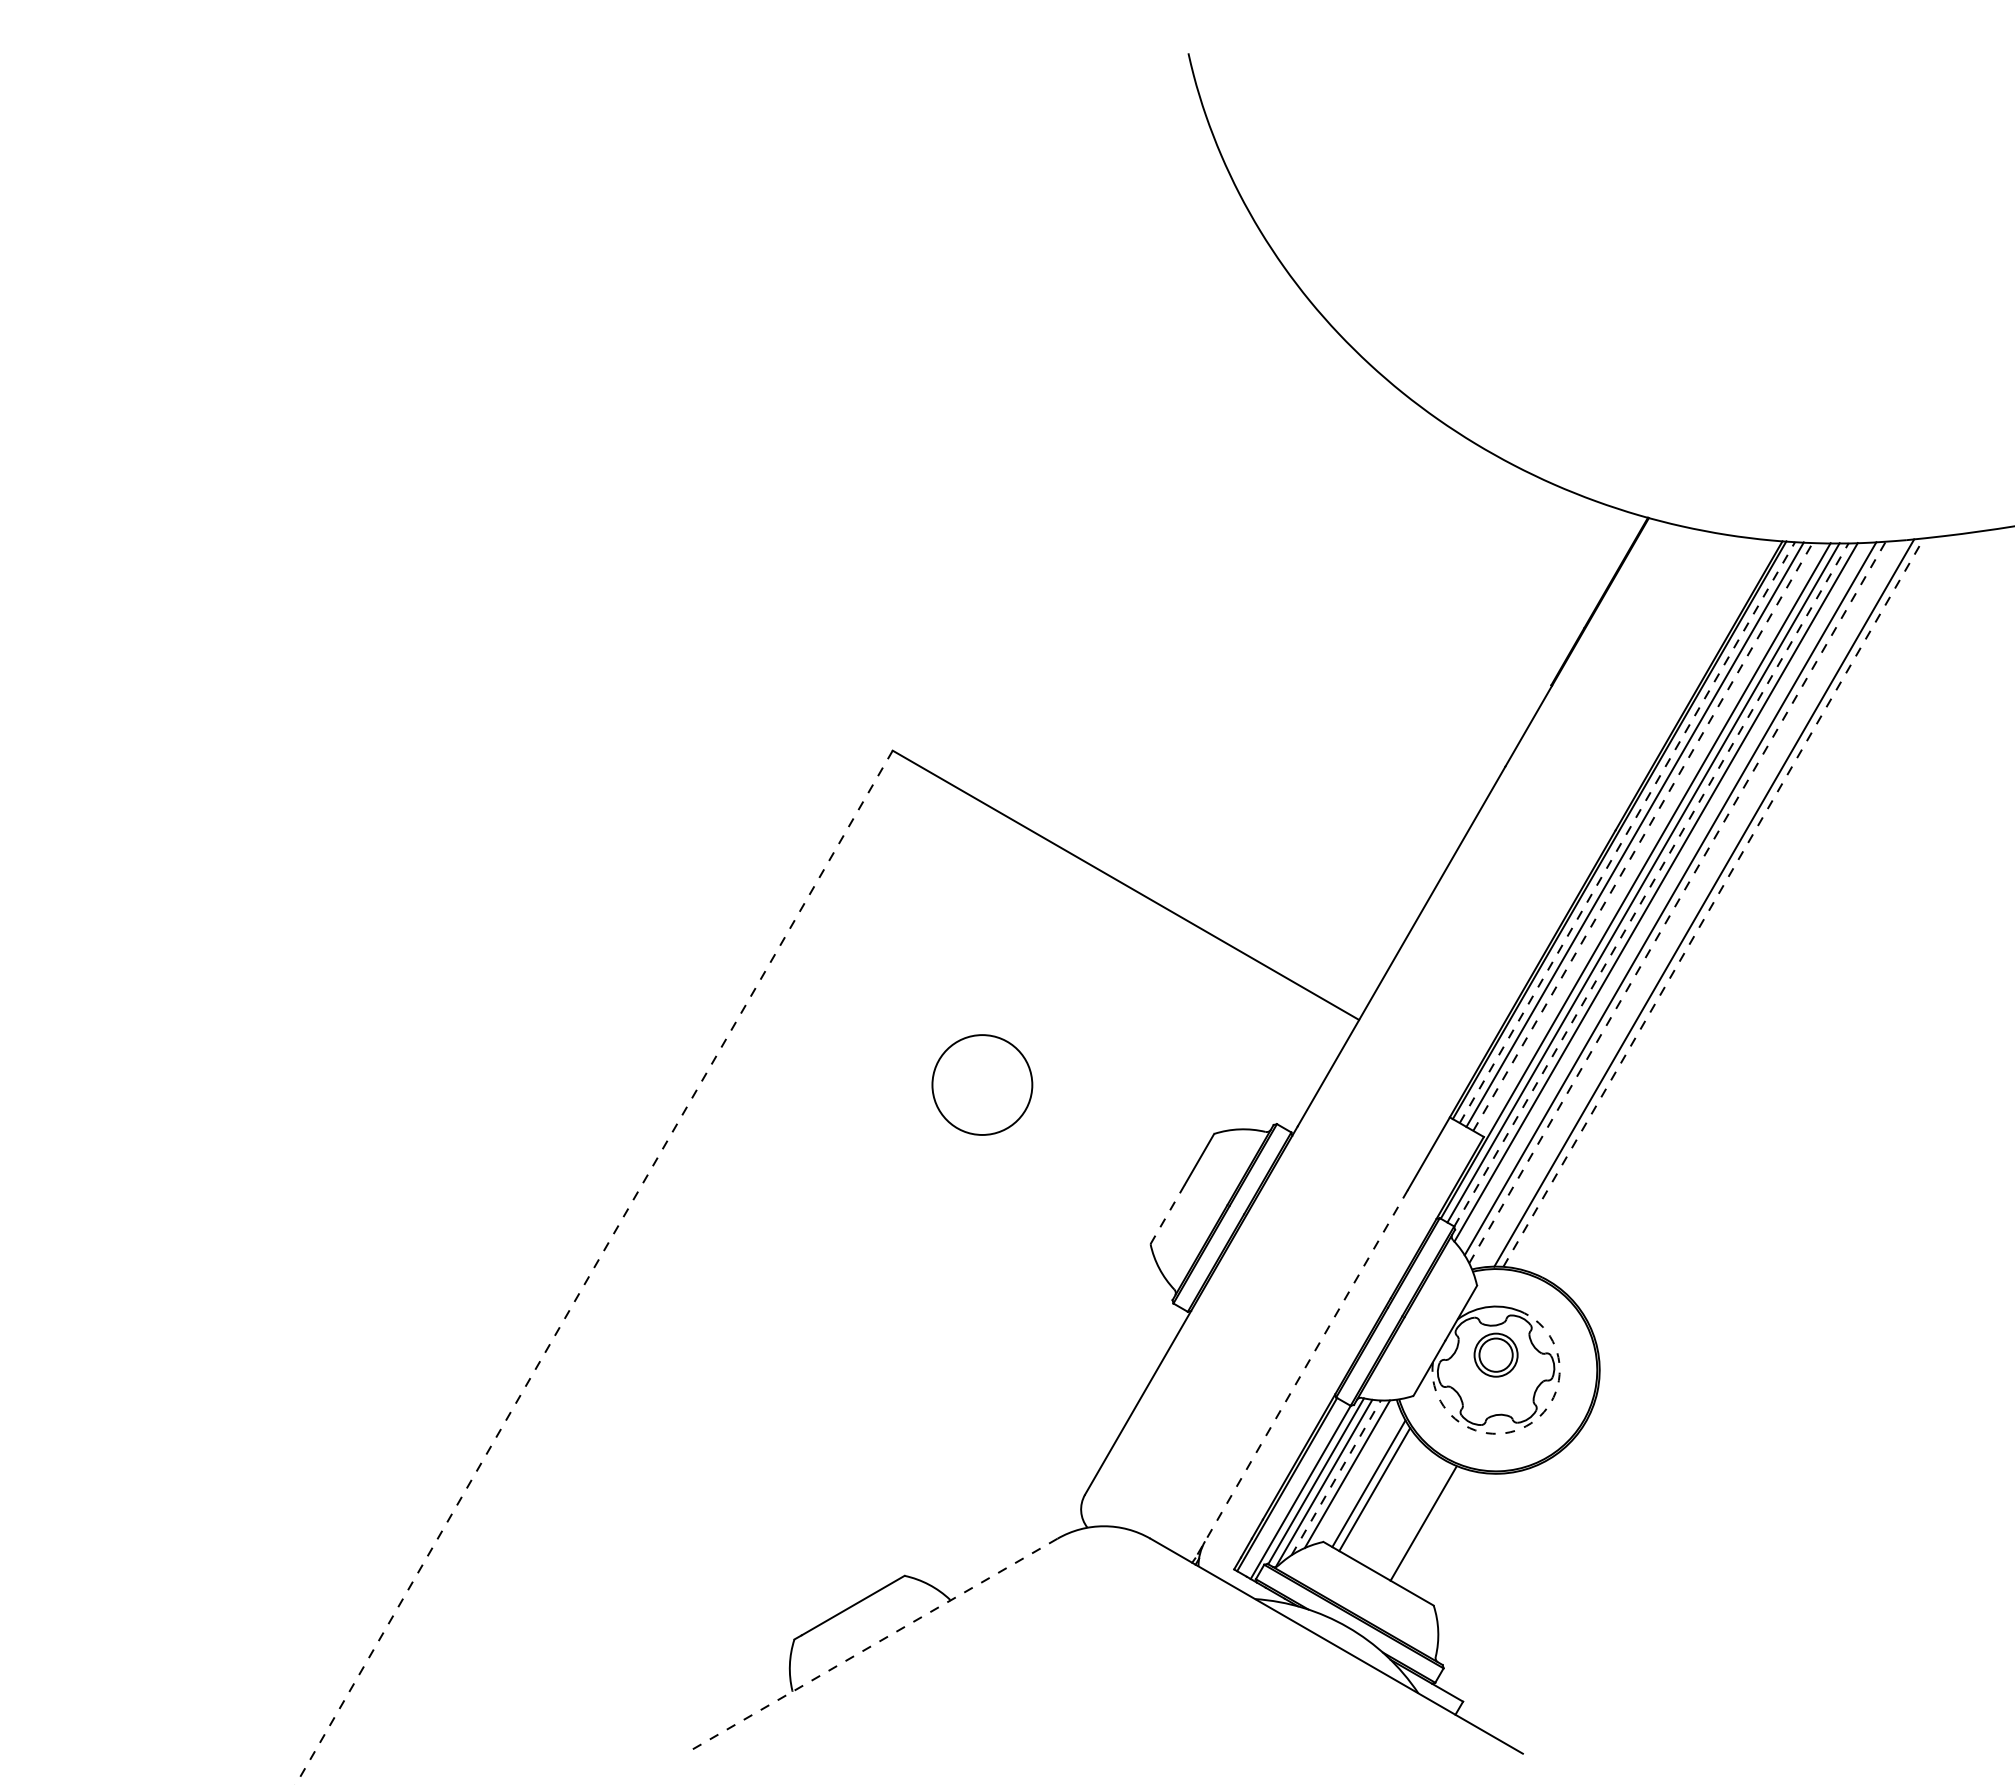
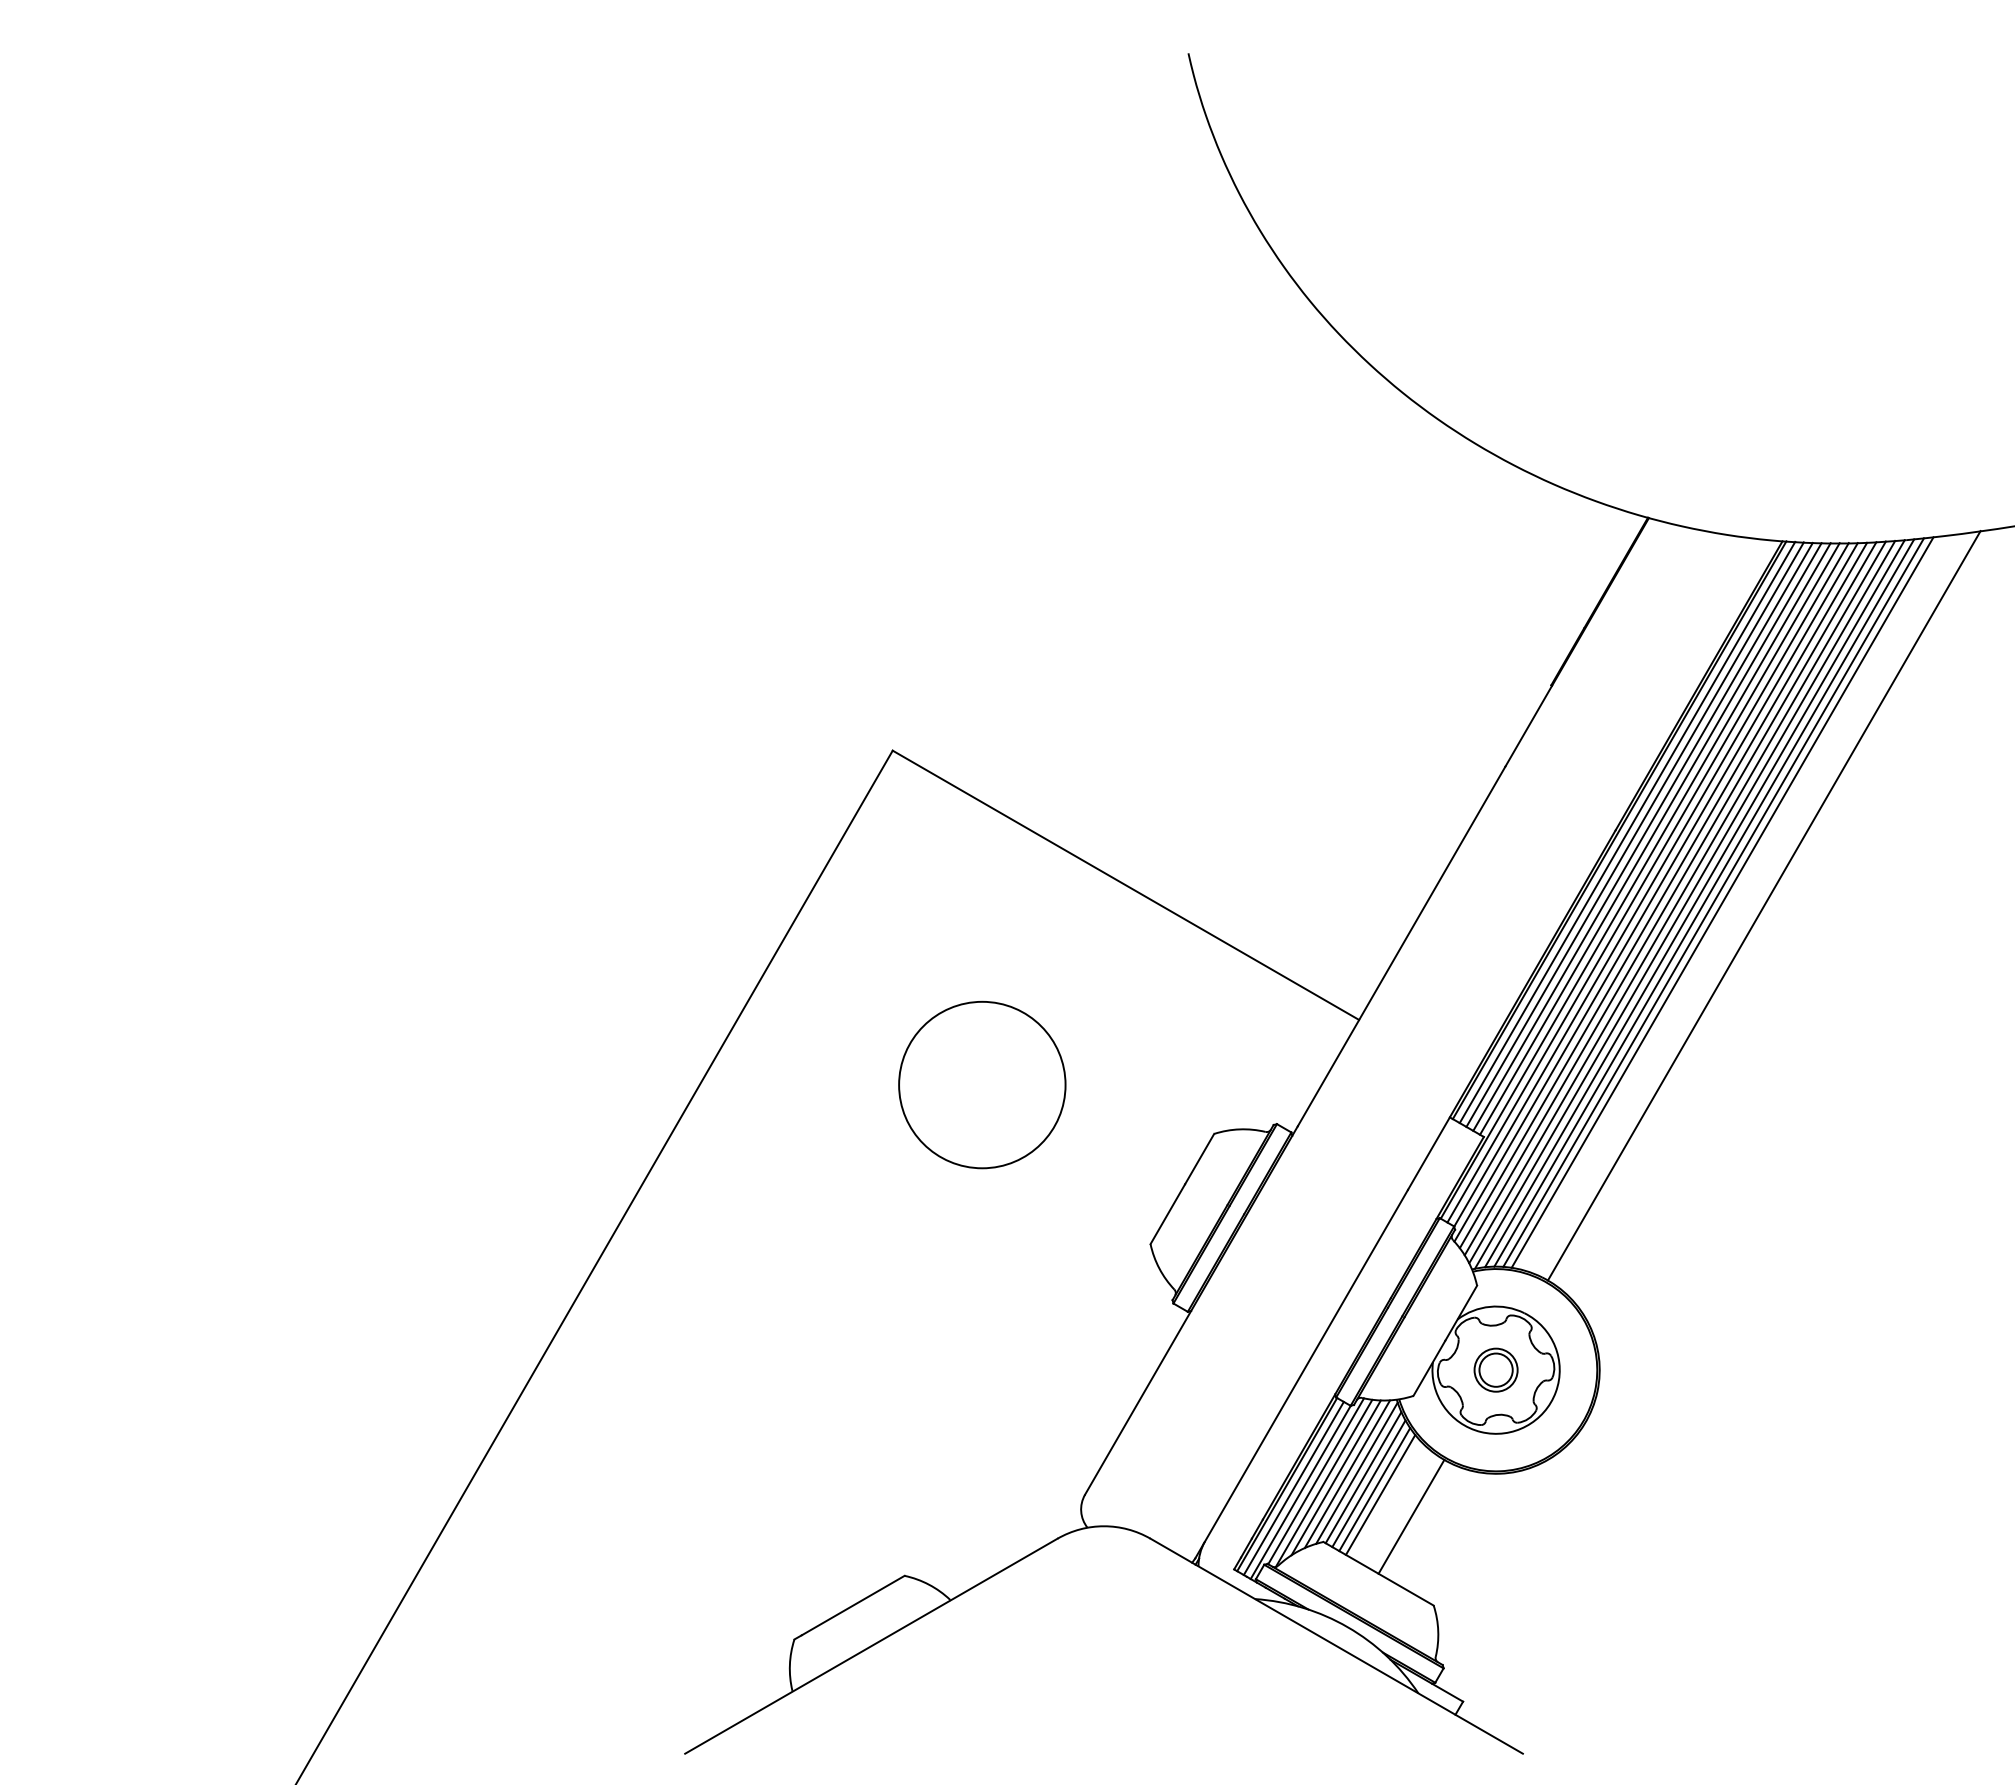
line at (1627, 832): dashed -> solid
line at (1643, 836): dashed -> solid
line at (1650, 838): none -> present
line at (1651, 884): dashed -> solid
line at (1663, 895): none -> present
line at (1677, 902): dashed -> solid
line at (1713, 902): dashed -> solid
line at (1722, 902): none -> present
line at (1694, 903): none -> present
line at (1684, 904): none -> present
line at (1763, 905): none -> present
circle at (982, 1084) size: 103x102 px -> 169x170 px
line at (1167, 1214): dashed -> solid
line at (594, 1267): dashed -> solid
part at (1495, 1354) position: (1495, 1354) -> (1495, 1369)
line at (1301, 1374): dashed -> solid
arc at (1526, 1426): dashed -> solid
line at (1356, 1472): none -> present
line at (1336, 1477): dashed -> solid
line at (1363, 1477): none -> present
line at (1293, 1488): none -> present
line at (1380, 1494): none -> present
line at (1423, 1523) position: (1423, 1523) -> (1411, 1516)
line at (870, 1646): dashed -> solid
